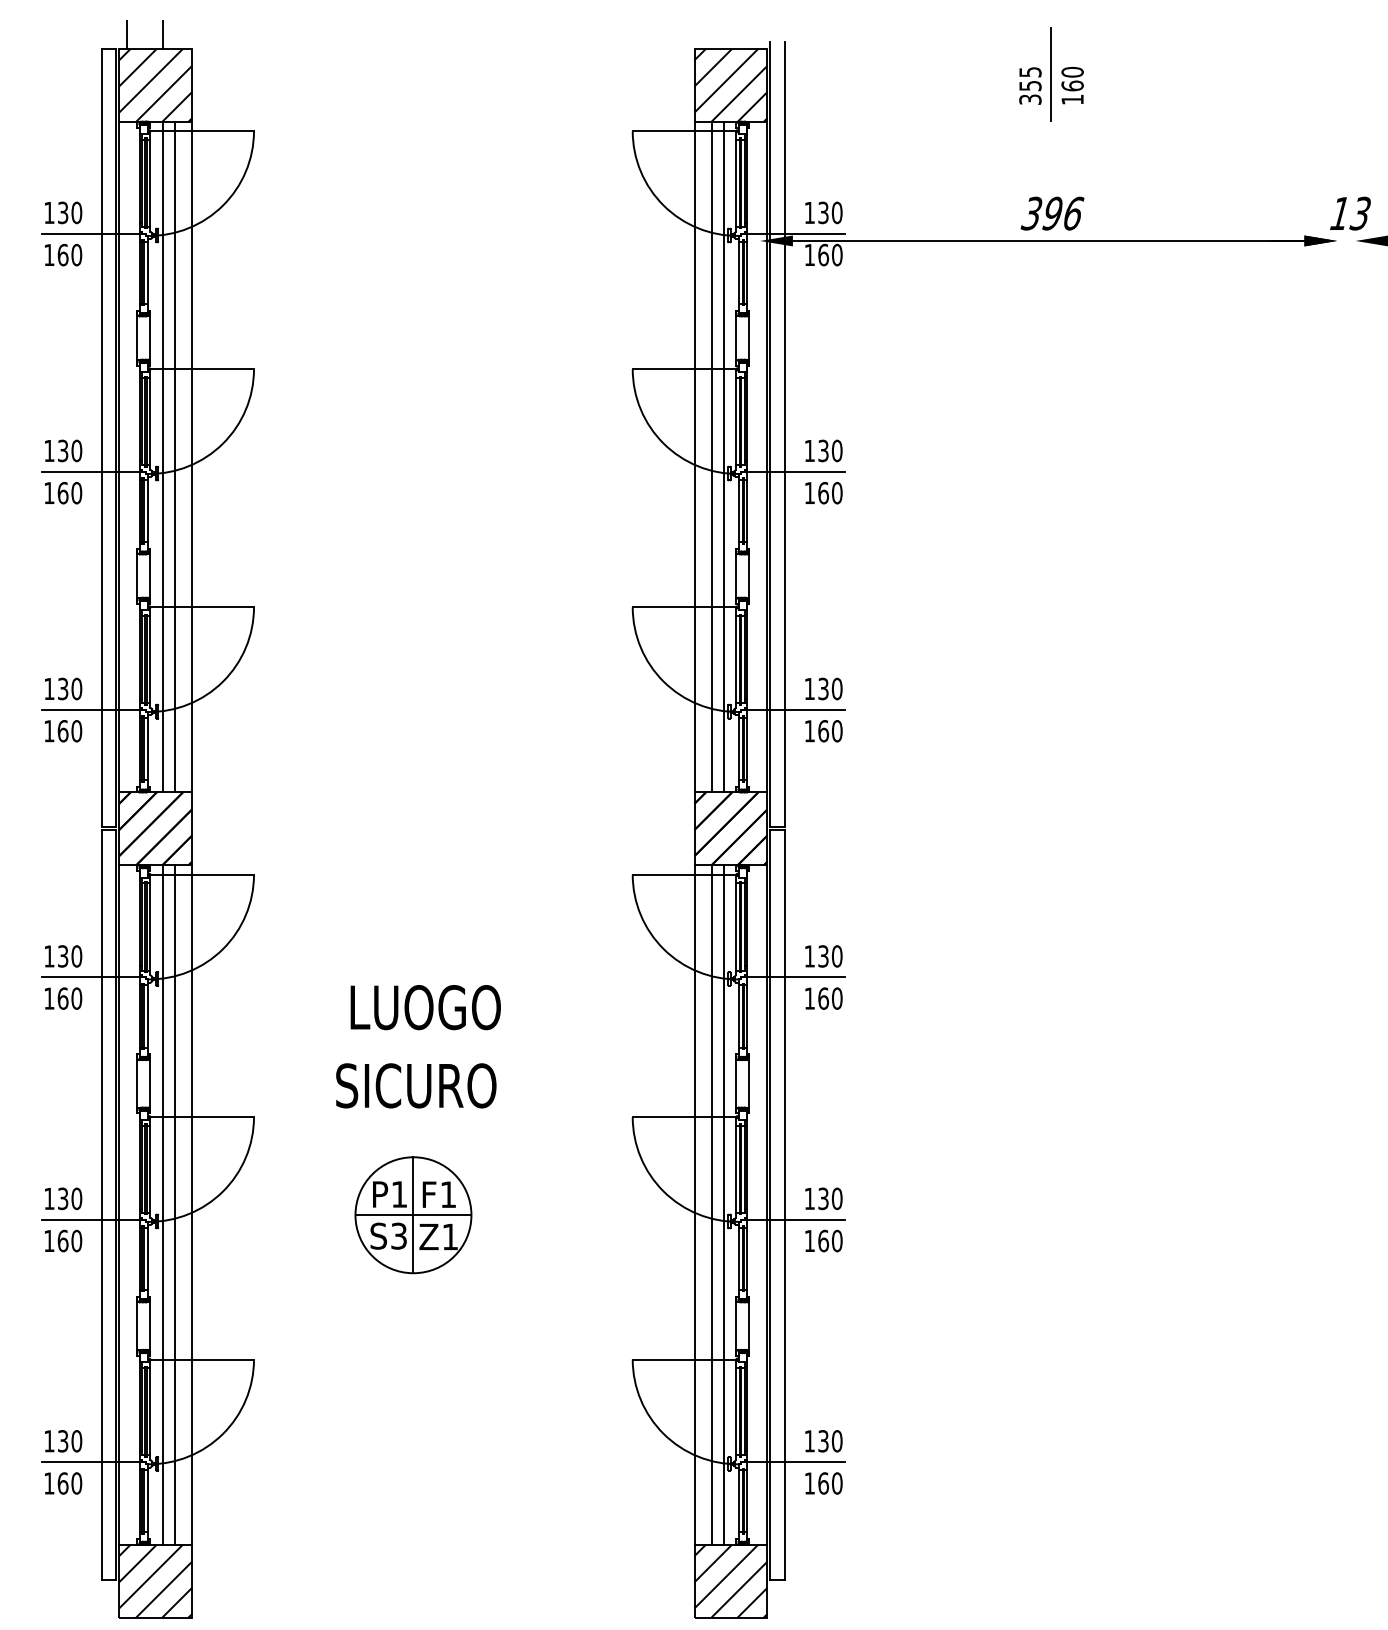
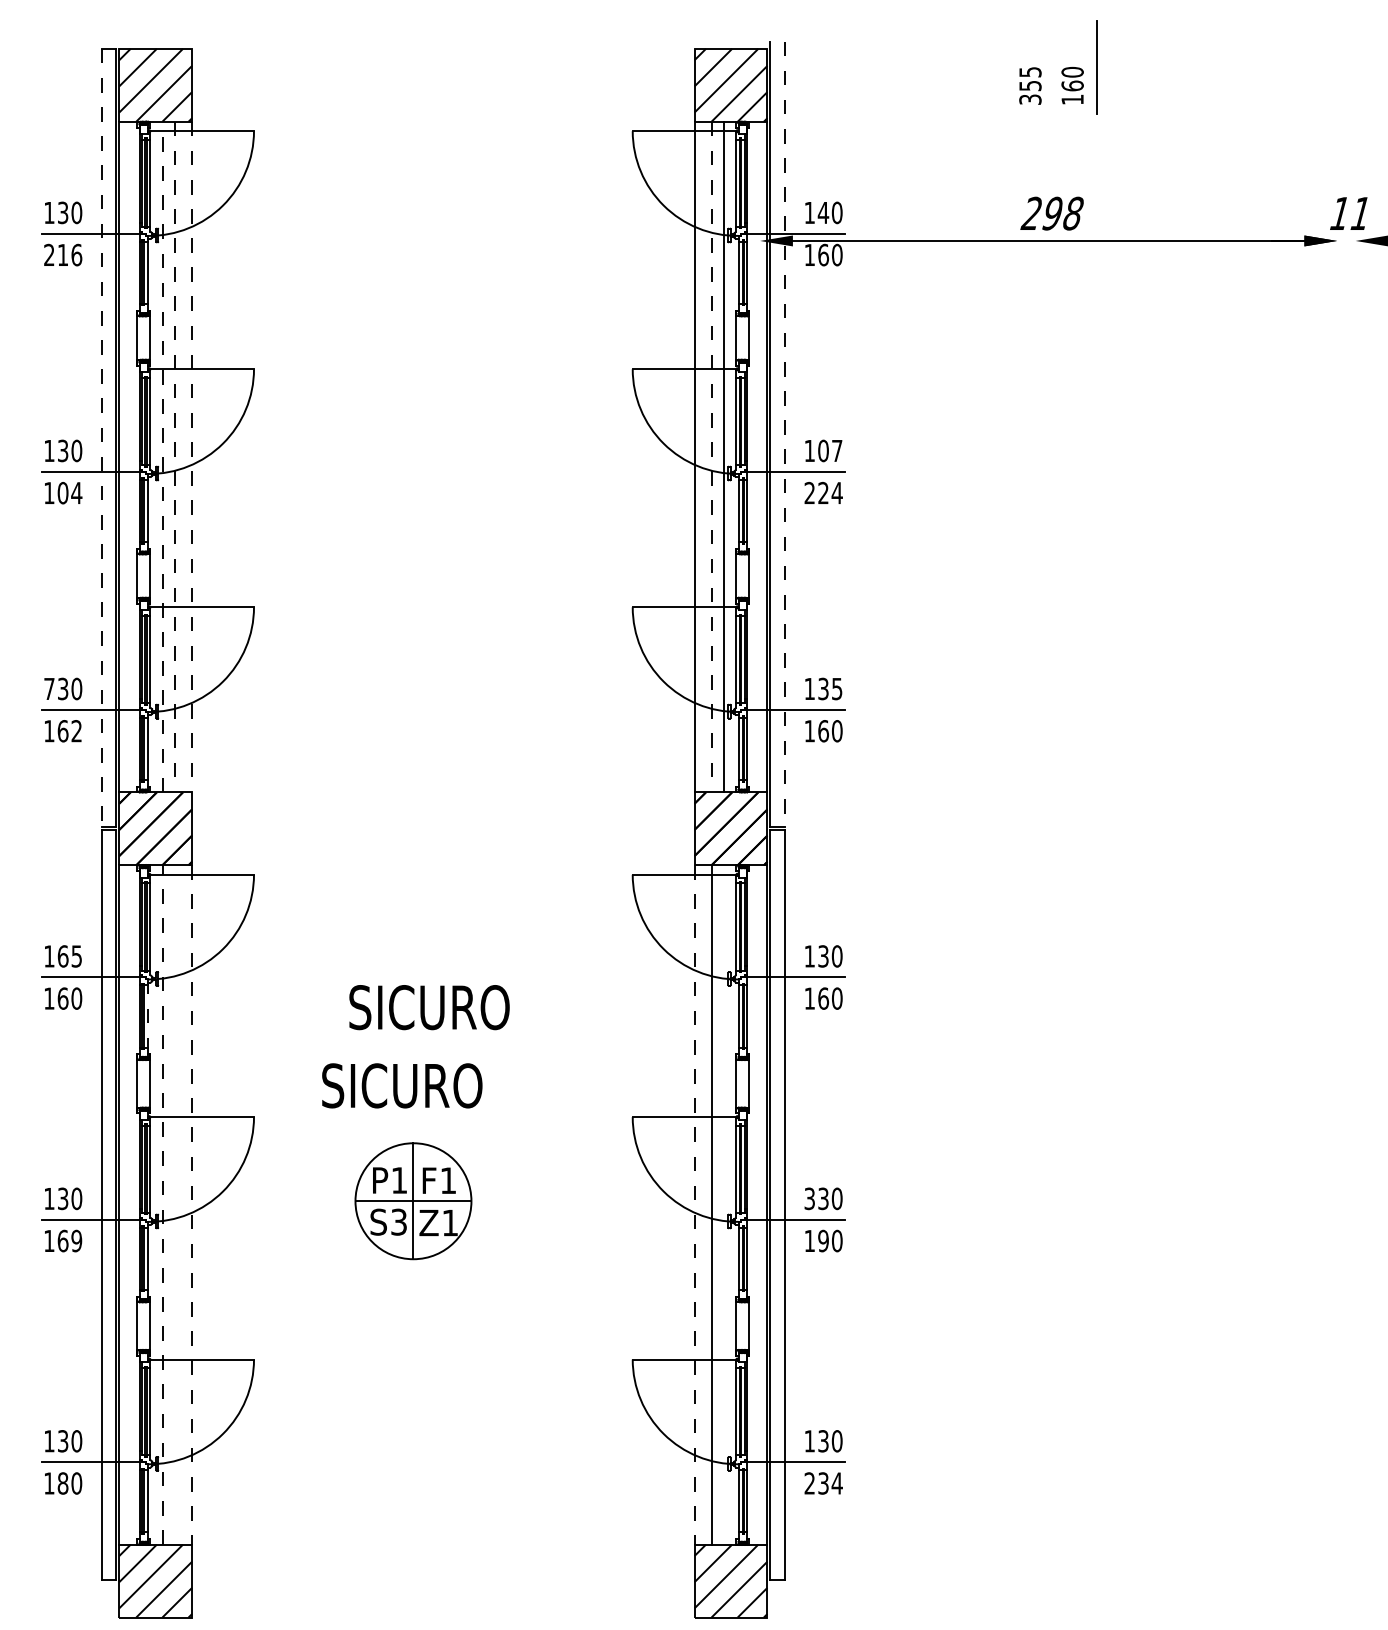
line at (126, 34): present -> none
line at (163, 34): present -> none
line at (1050, 74) position: (1050, 74) -> (1096, 67)
text at (823, 212): 130 -> 140
text at (1052, 213): 396 -> 298
text at (1359, 213): 13 -> 11
text at (63, 254): 160 -> 216
line at (784, 434): solid -> dashed
line at (101, 438): solid -> dashed
text at (830, 450): 130 -> 107
line at (163, 456): solid -> dashed
line at (174, 457): solid -> dashed
line at (192, 457): solid -> dashed
line at (712, 457): solid -> dashed
text at (69, 492): 160 -> 104
text at (823, 492): 160 -> 224
text at (49, 688): 130 -> 730
text at (836, 688): 130 -> 135
text at (76, 731): 160 -> 162
text at (69, 956): 130 -> 165
text at (429, 1007): LUOGO -> SICURO
line at (148, 1013): solid -> dashed
text at (416, 1085) position: (416, 1085) -> (402, 1085)
text at (809, 1198): 130 -> 330
line at (163, 1204): solid -> dashed
line at (174, 1204): present -> none
line at (192, 1204): solid -> dashed
line at (694, 1204): solid -> dashed
line at (723, 1204): present -> none
part at (413, 1215) position: (413, 1215) -> (413, 1201)
text at (823, 1240): 160 -> 190
text at (76, 1241): 160 -> 169
text at (62, 1483): 160 -> 180
text at (823, 1483): 160 -> 234
